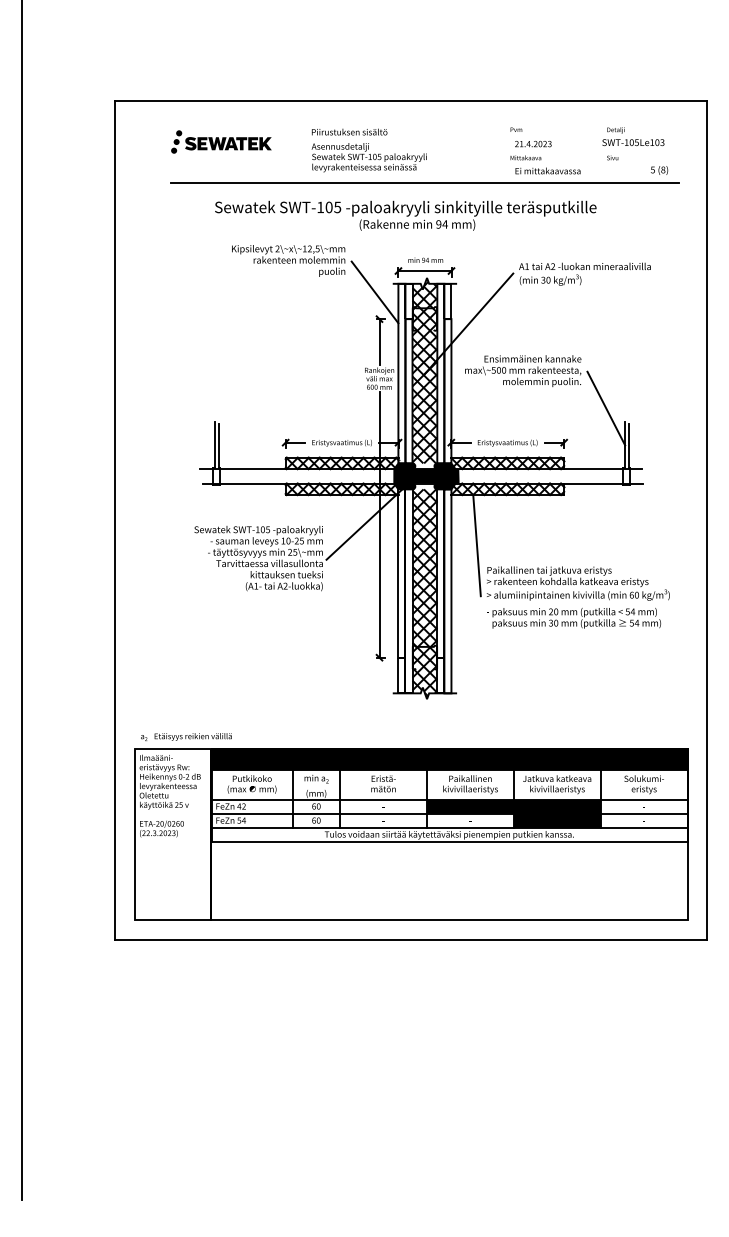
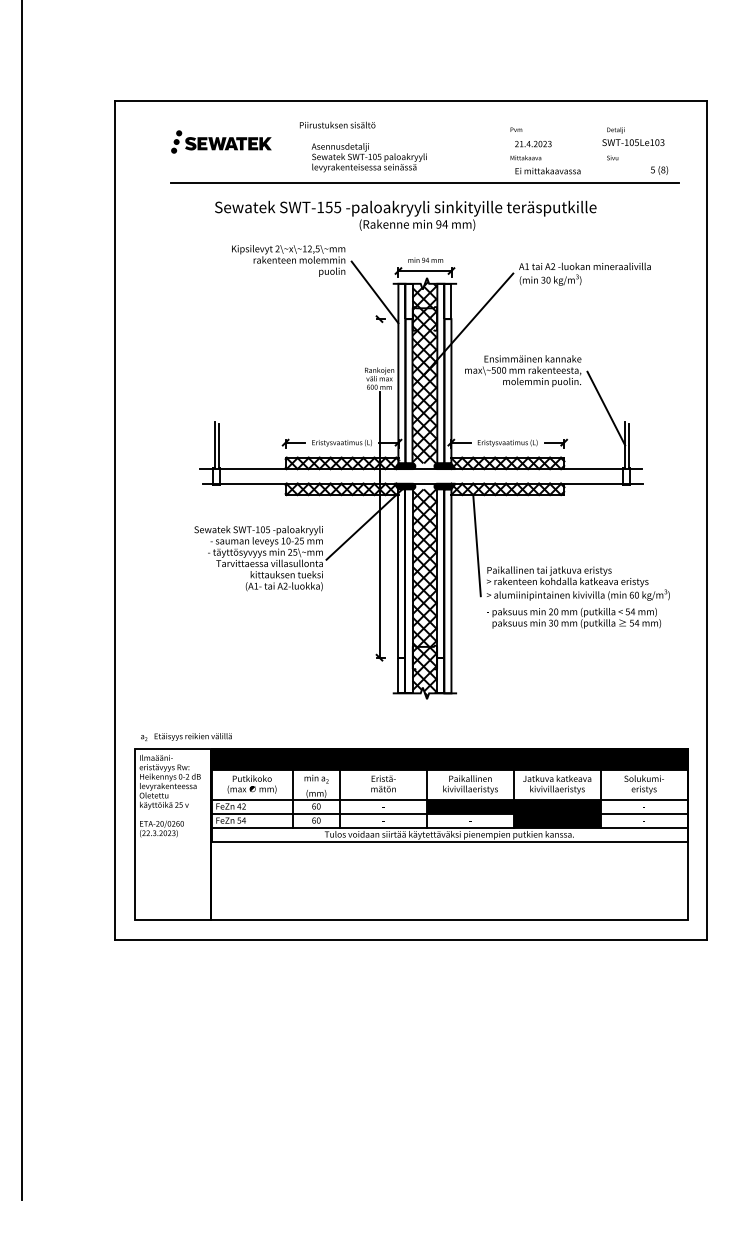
text at (349, 131) position: (349, 131) -> (337, 124)
text at (328, 207): SWT-105 -> SWT-155
line at (379, 342): present -> none
fill at (426, 475): present -> none
